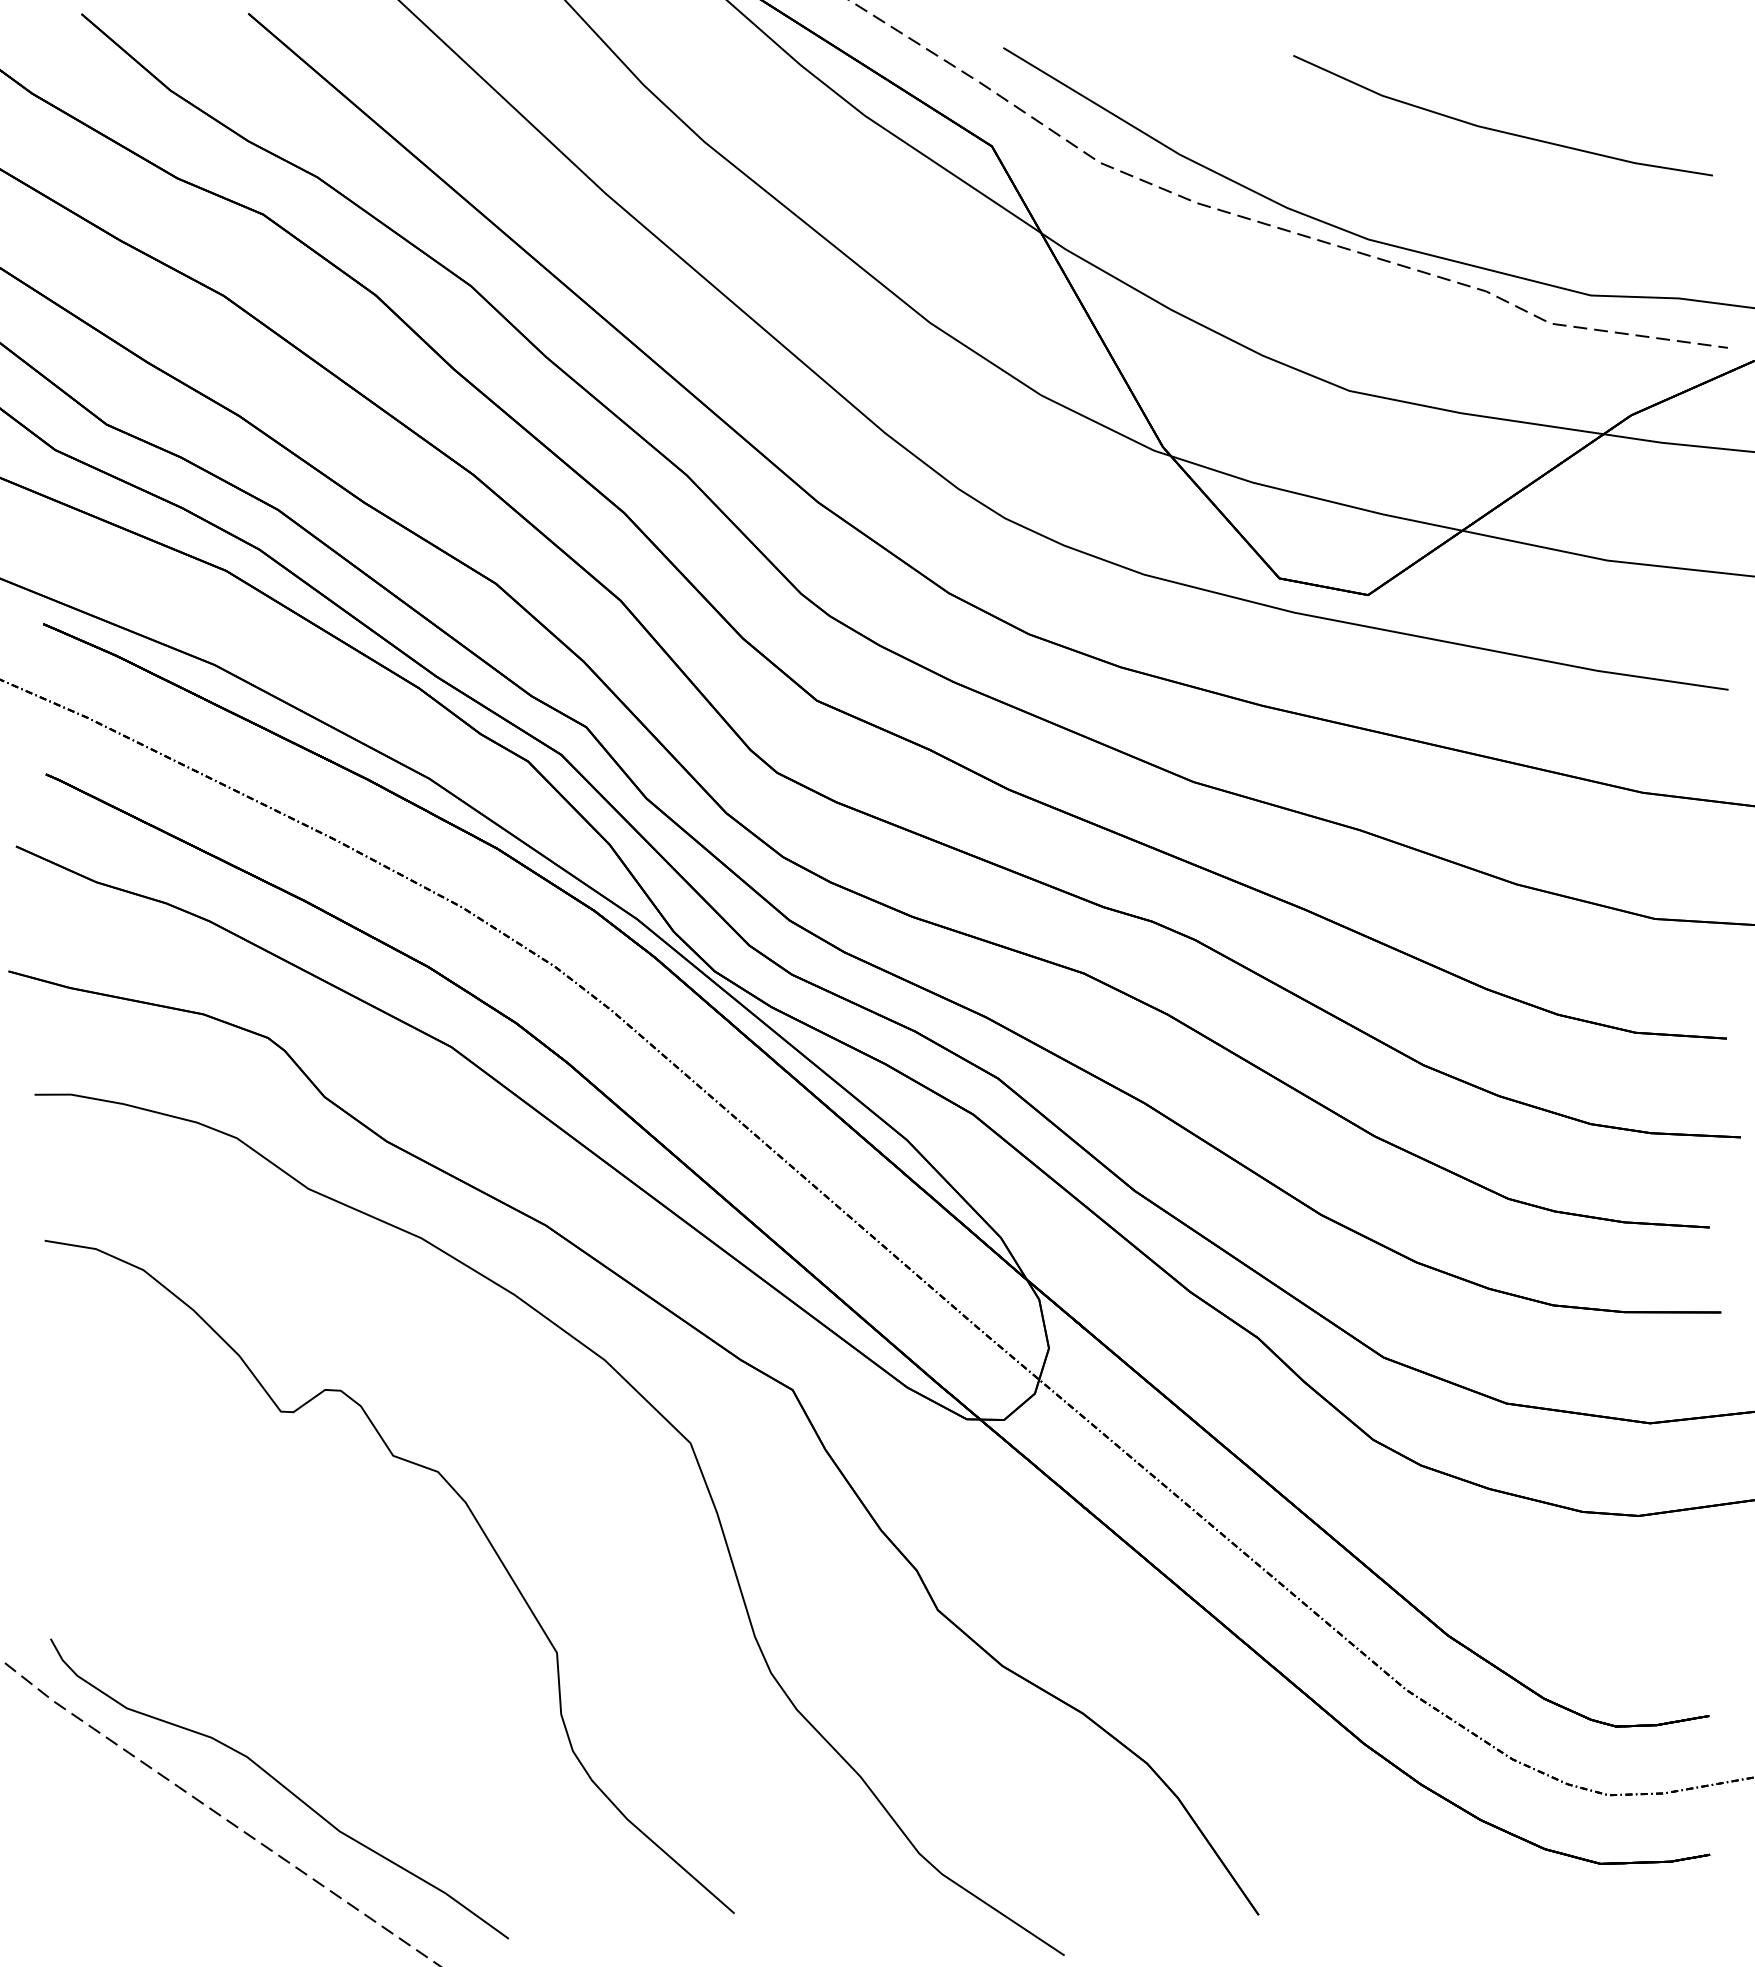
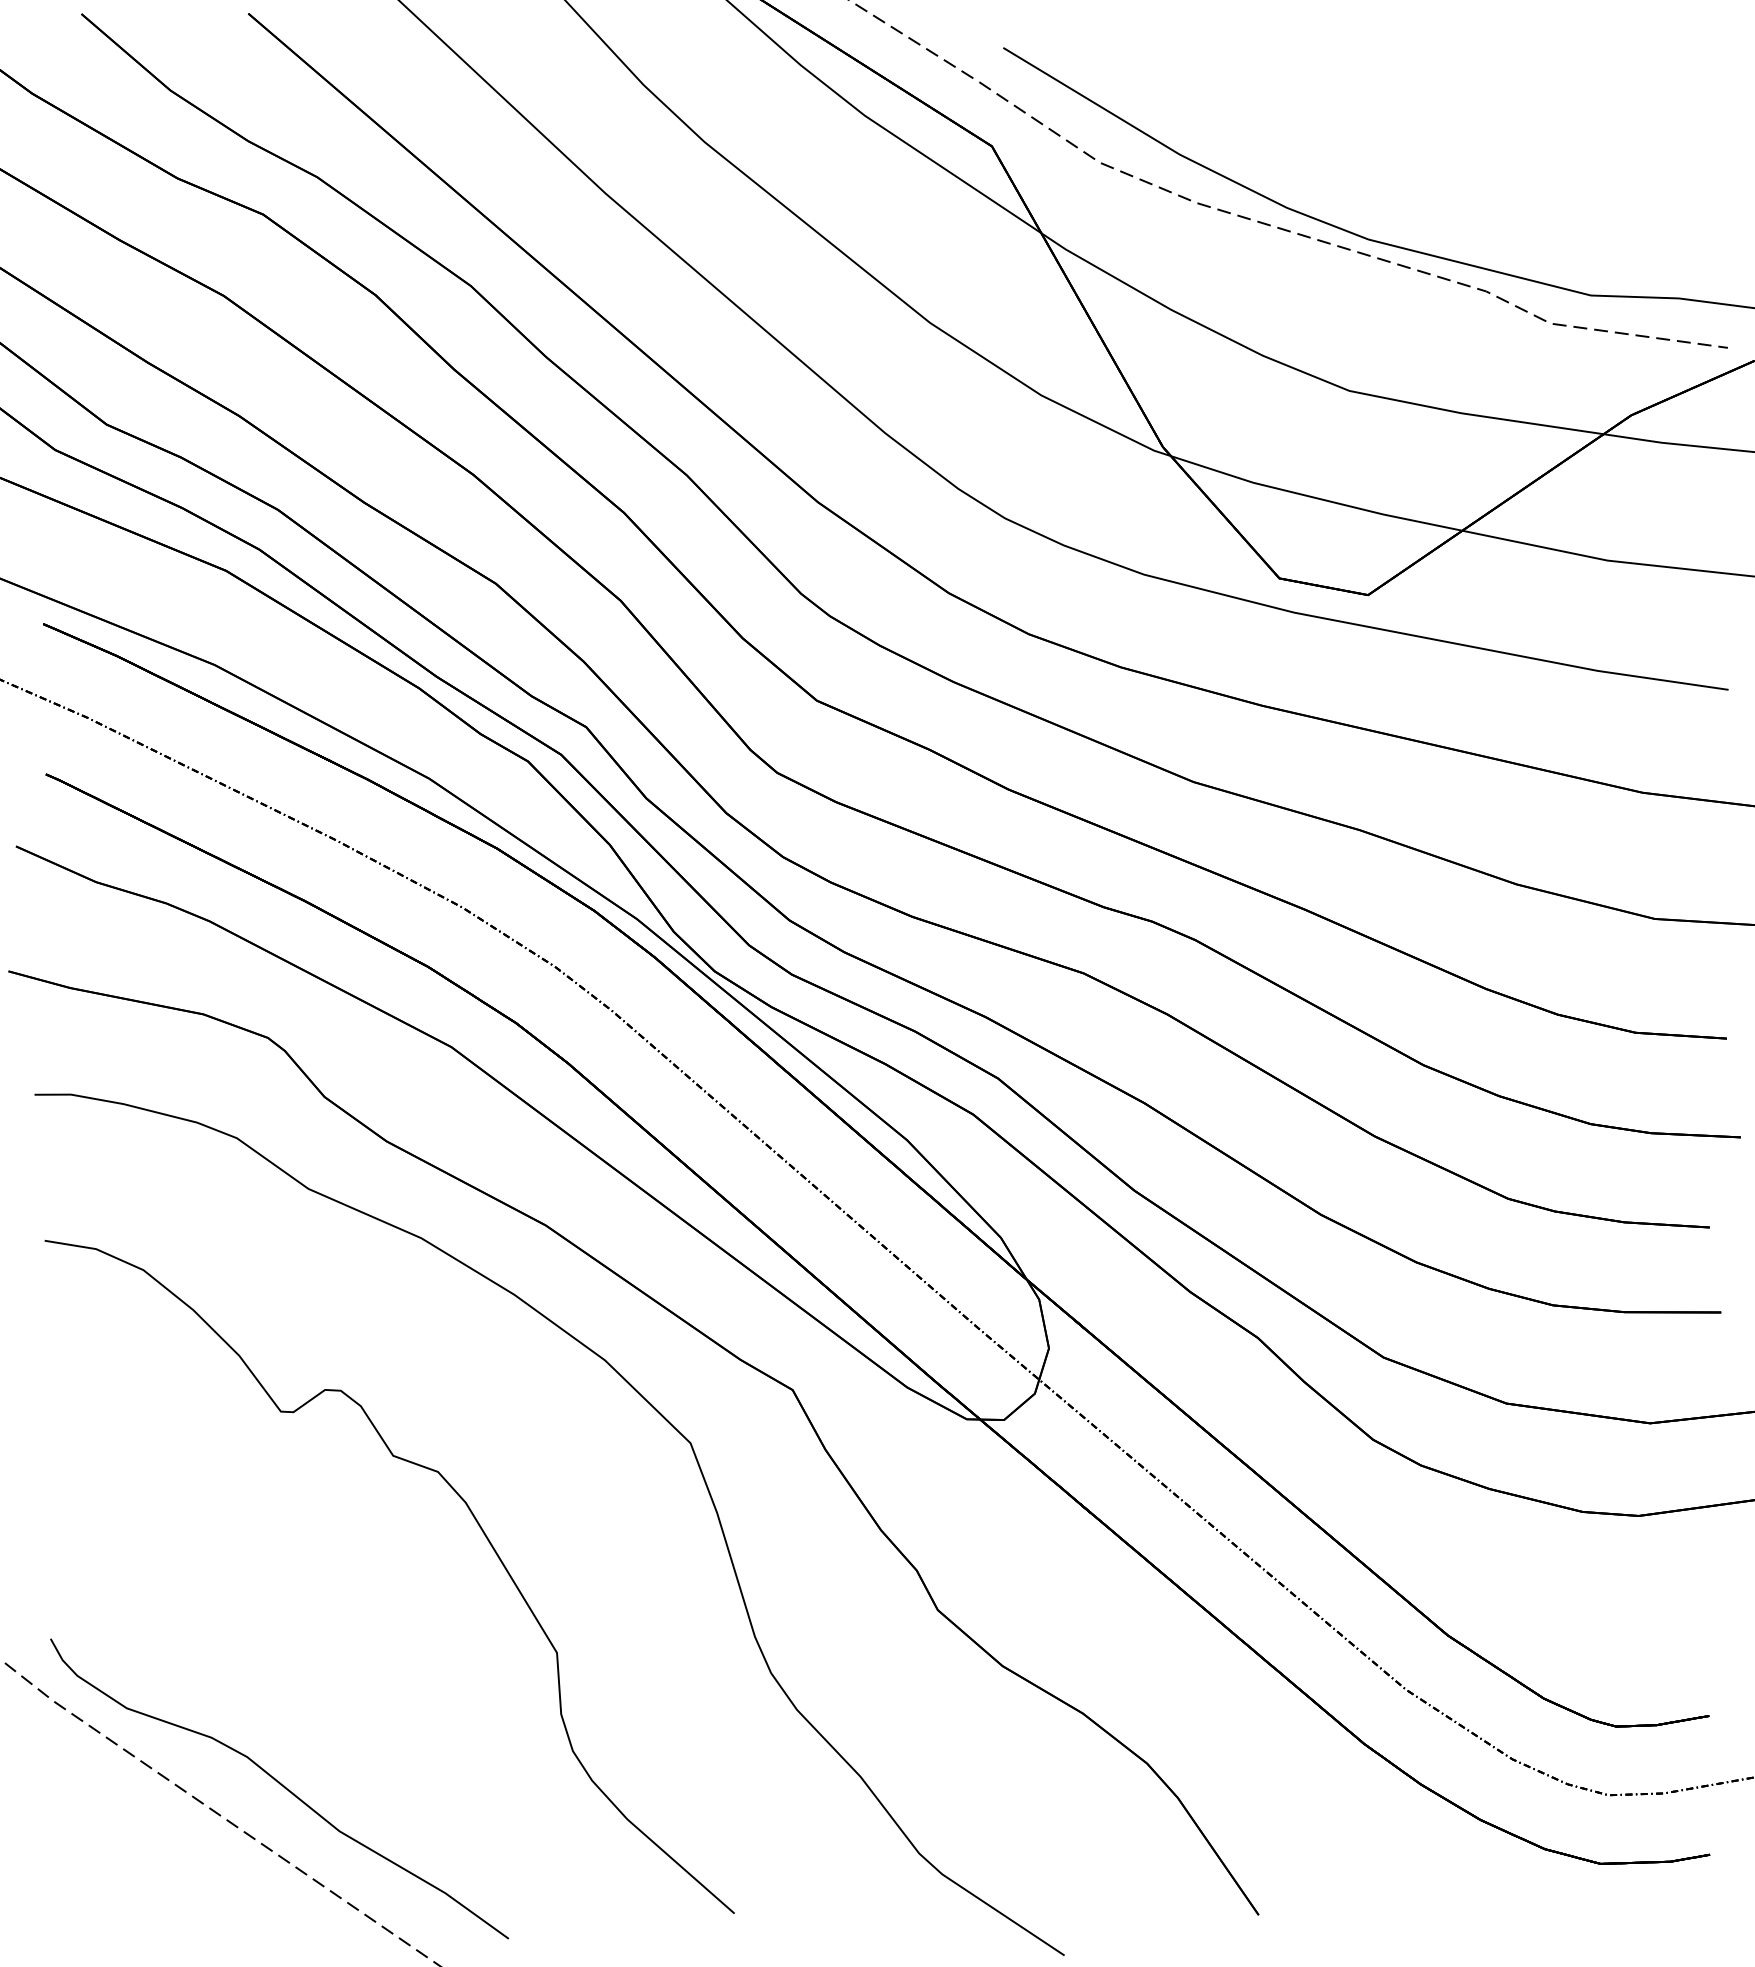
line at (1497, 129): present -> none
